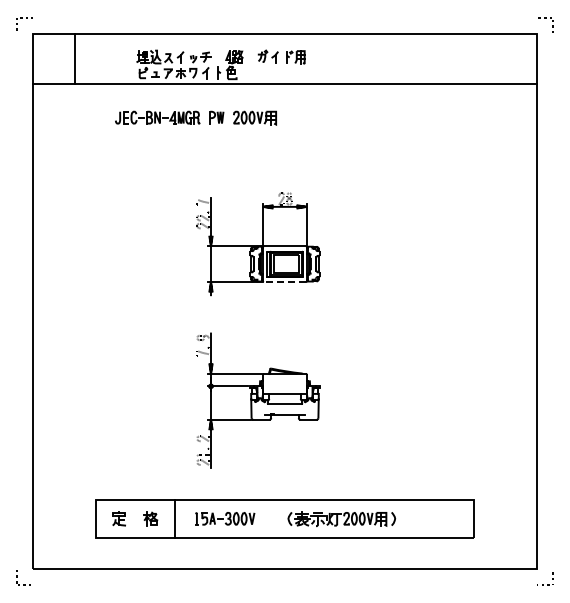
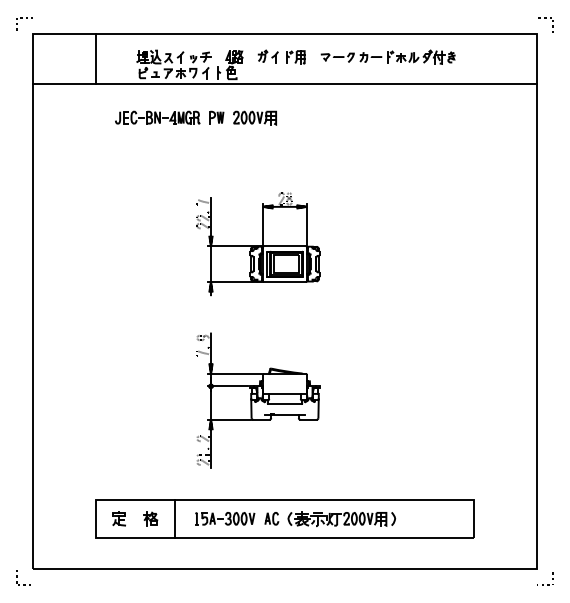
part at (387, 56): none -> present
line at (75, 58) position: (75, 58) -> (96, 58)
line at (285, 281): dashed -> solid
part at (271, 518): none -> present
